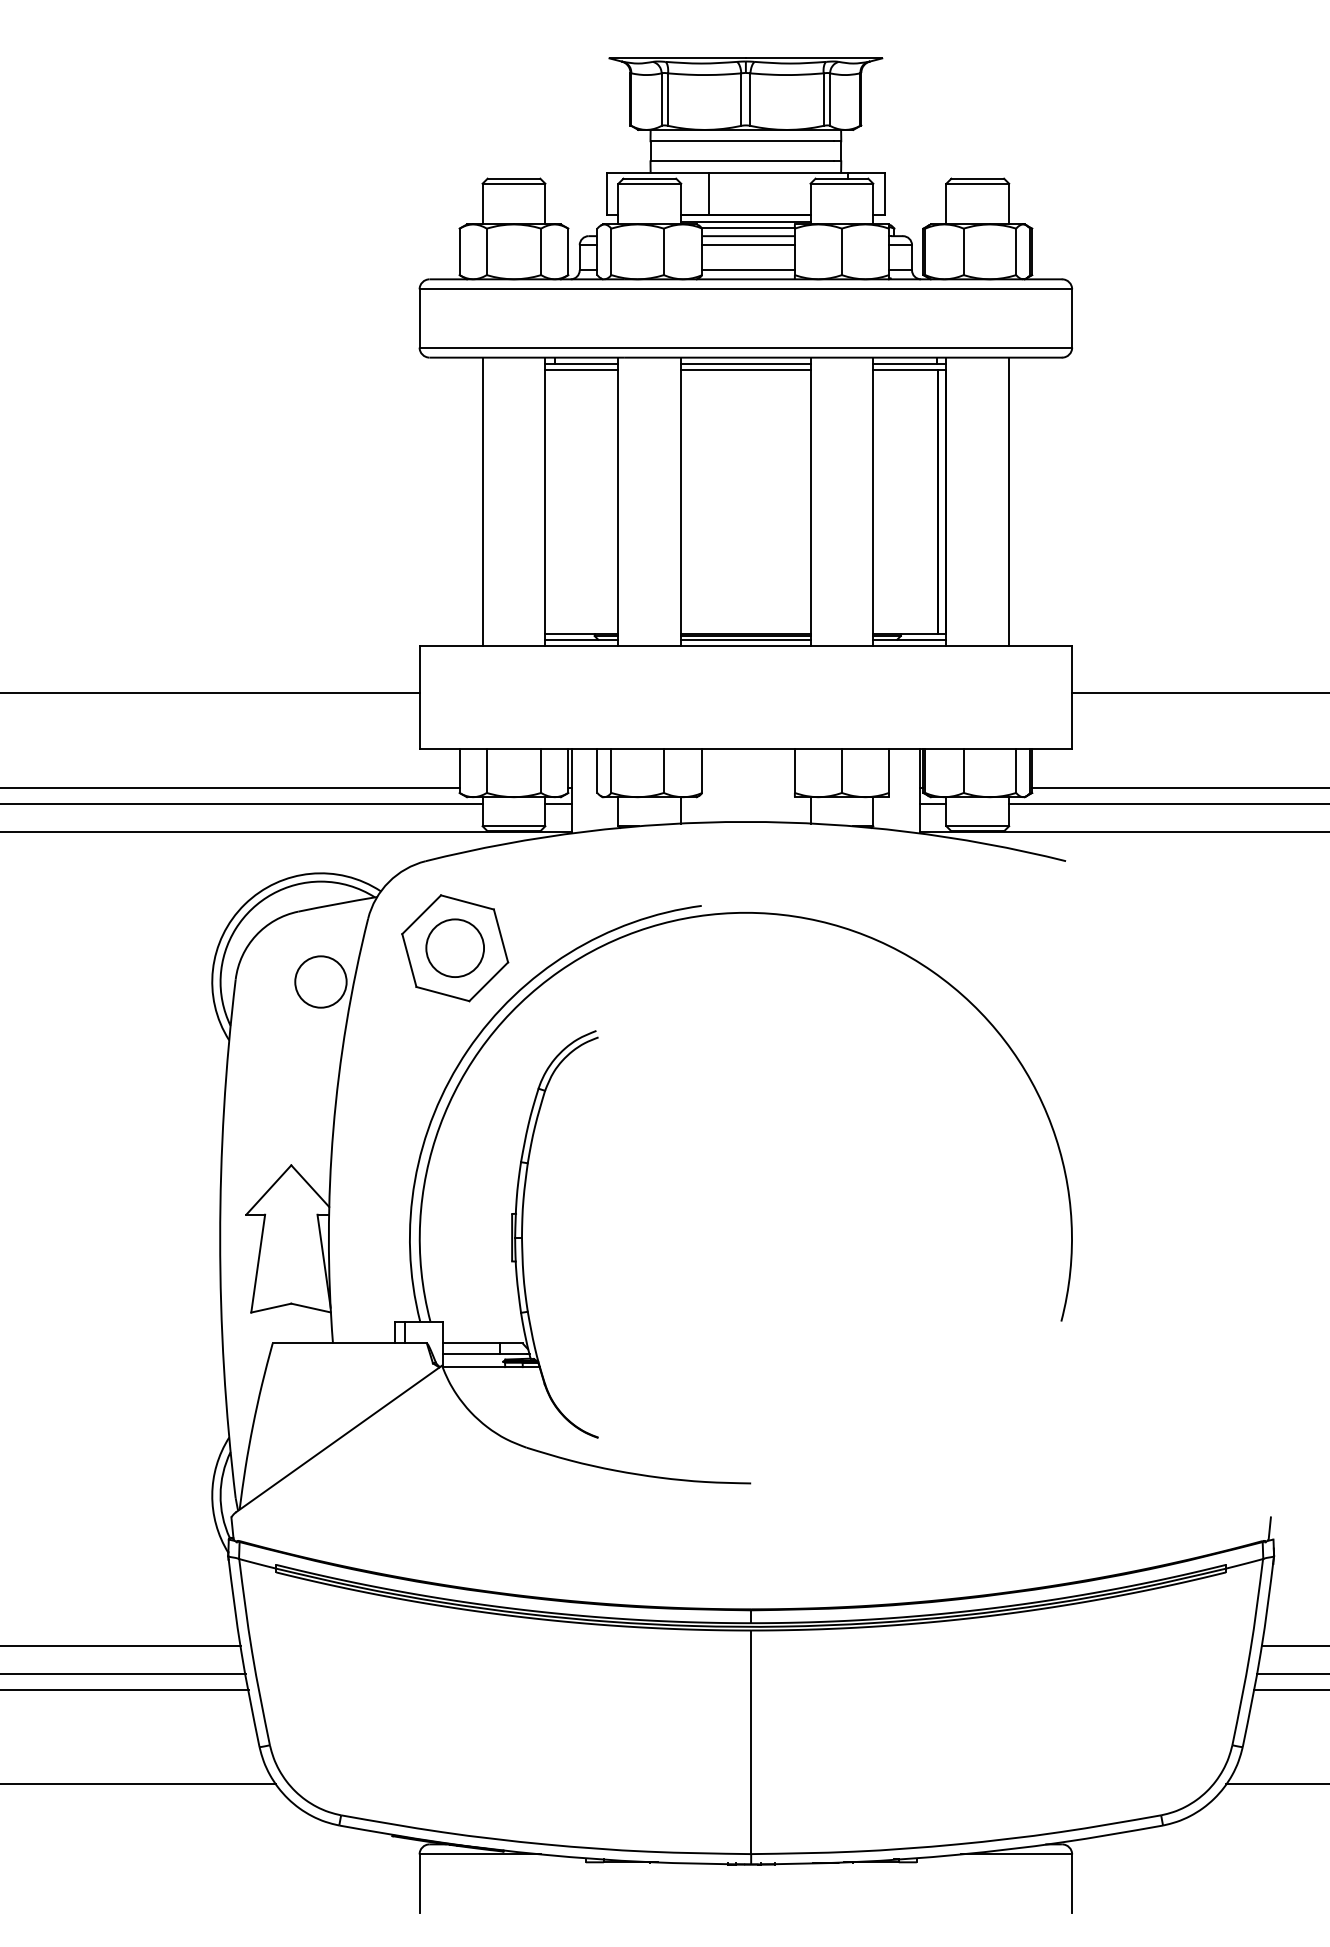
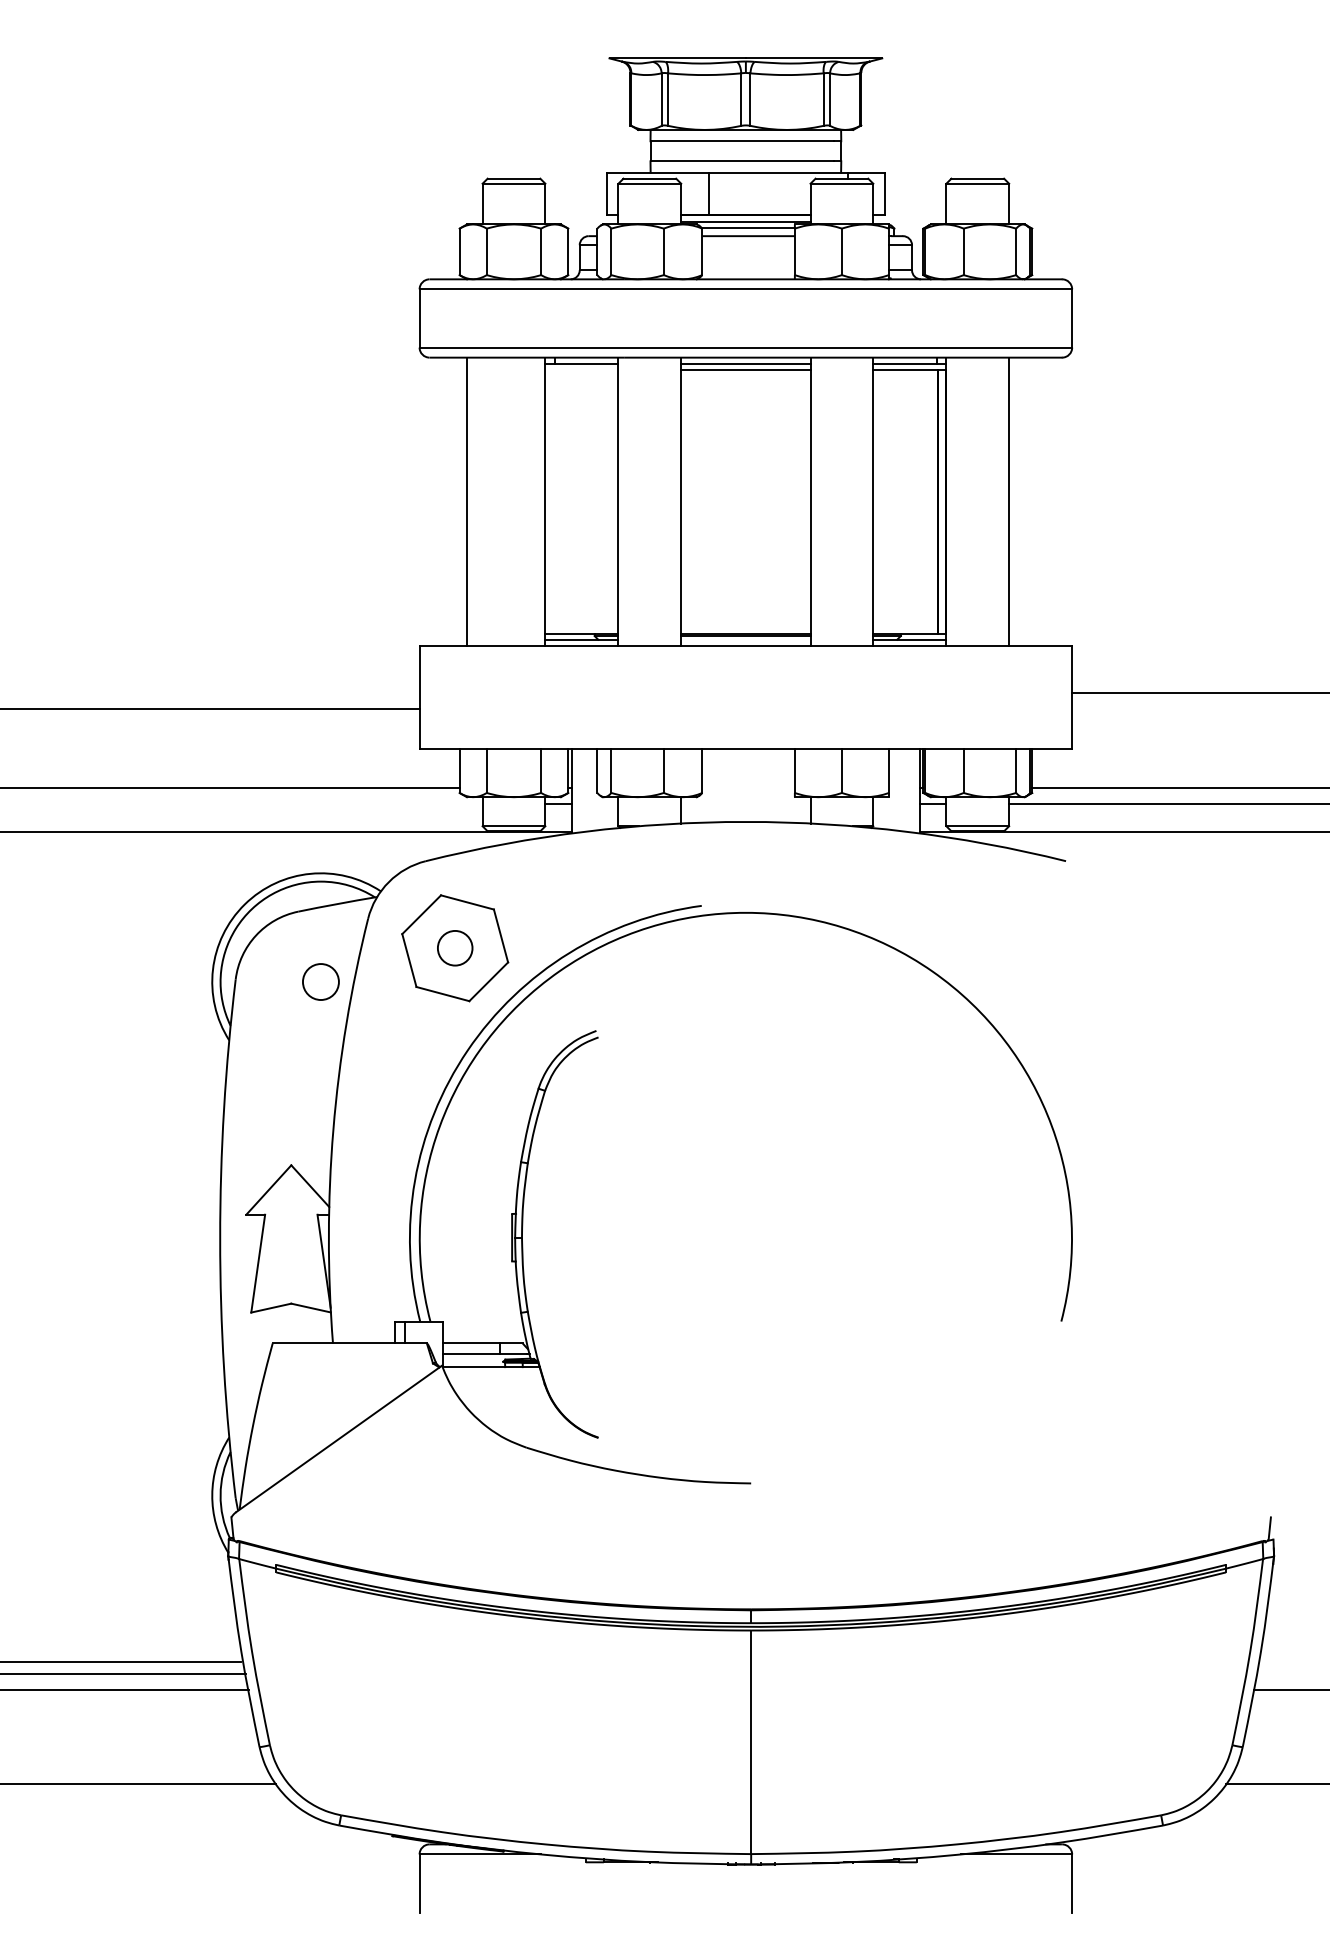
line at (748, 245): present -> none
line at (748, 270): present -> none
line at (581, 370): present -> none
line at (482, 501) position: (482, 501) -> (466, 501)
line at (745, 639): present -> none
line at (210, 693) position: (210, 693) -> (210, 709)
line at (242, 804): present -> none
circle at (455, 948) diameter: 58 px -> 35 px
circle at (320, 981) diameter: 51 px -> 36 px
line at (121, 1645) position: (121, 1645) -> (121, 1661)
line at (1293, 1645): present -> none
line at (1291, 1673): present -> none
